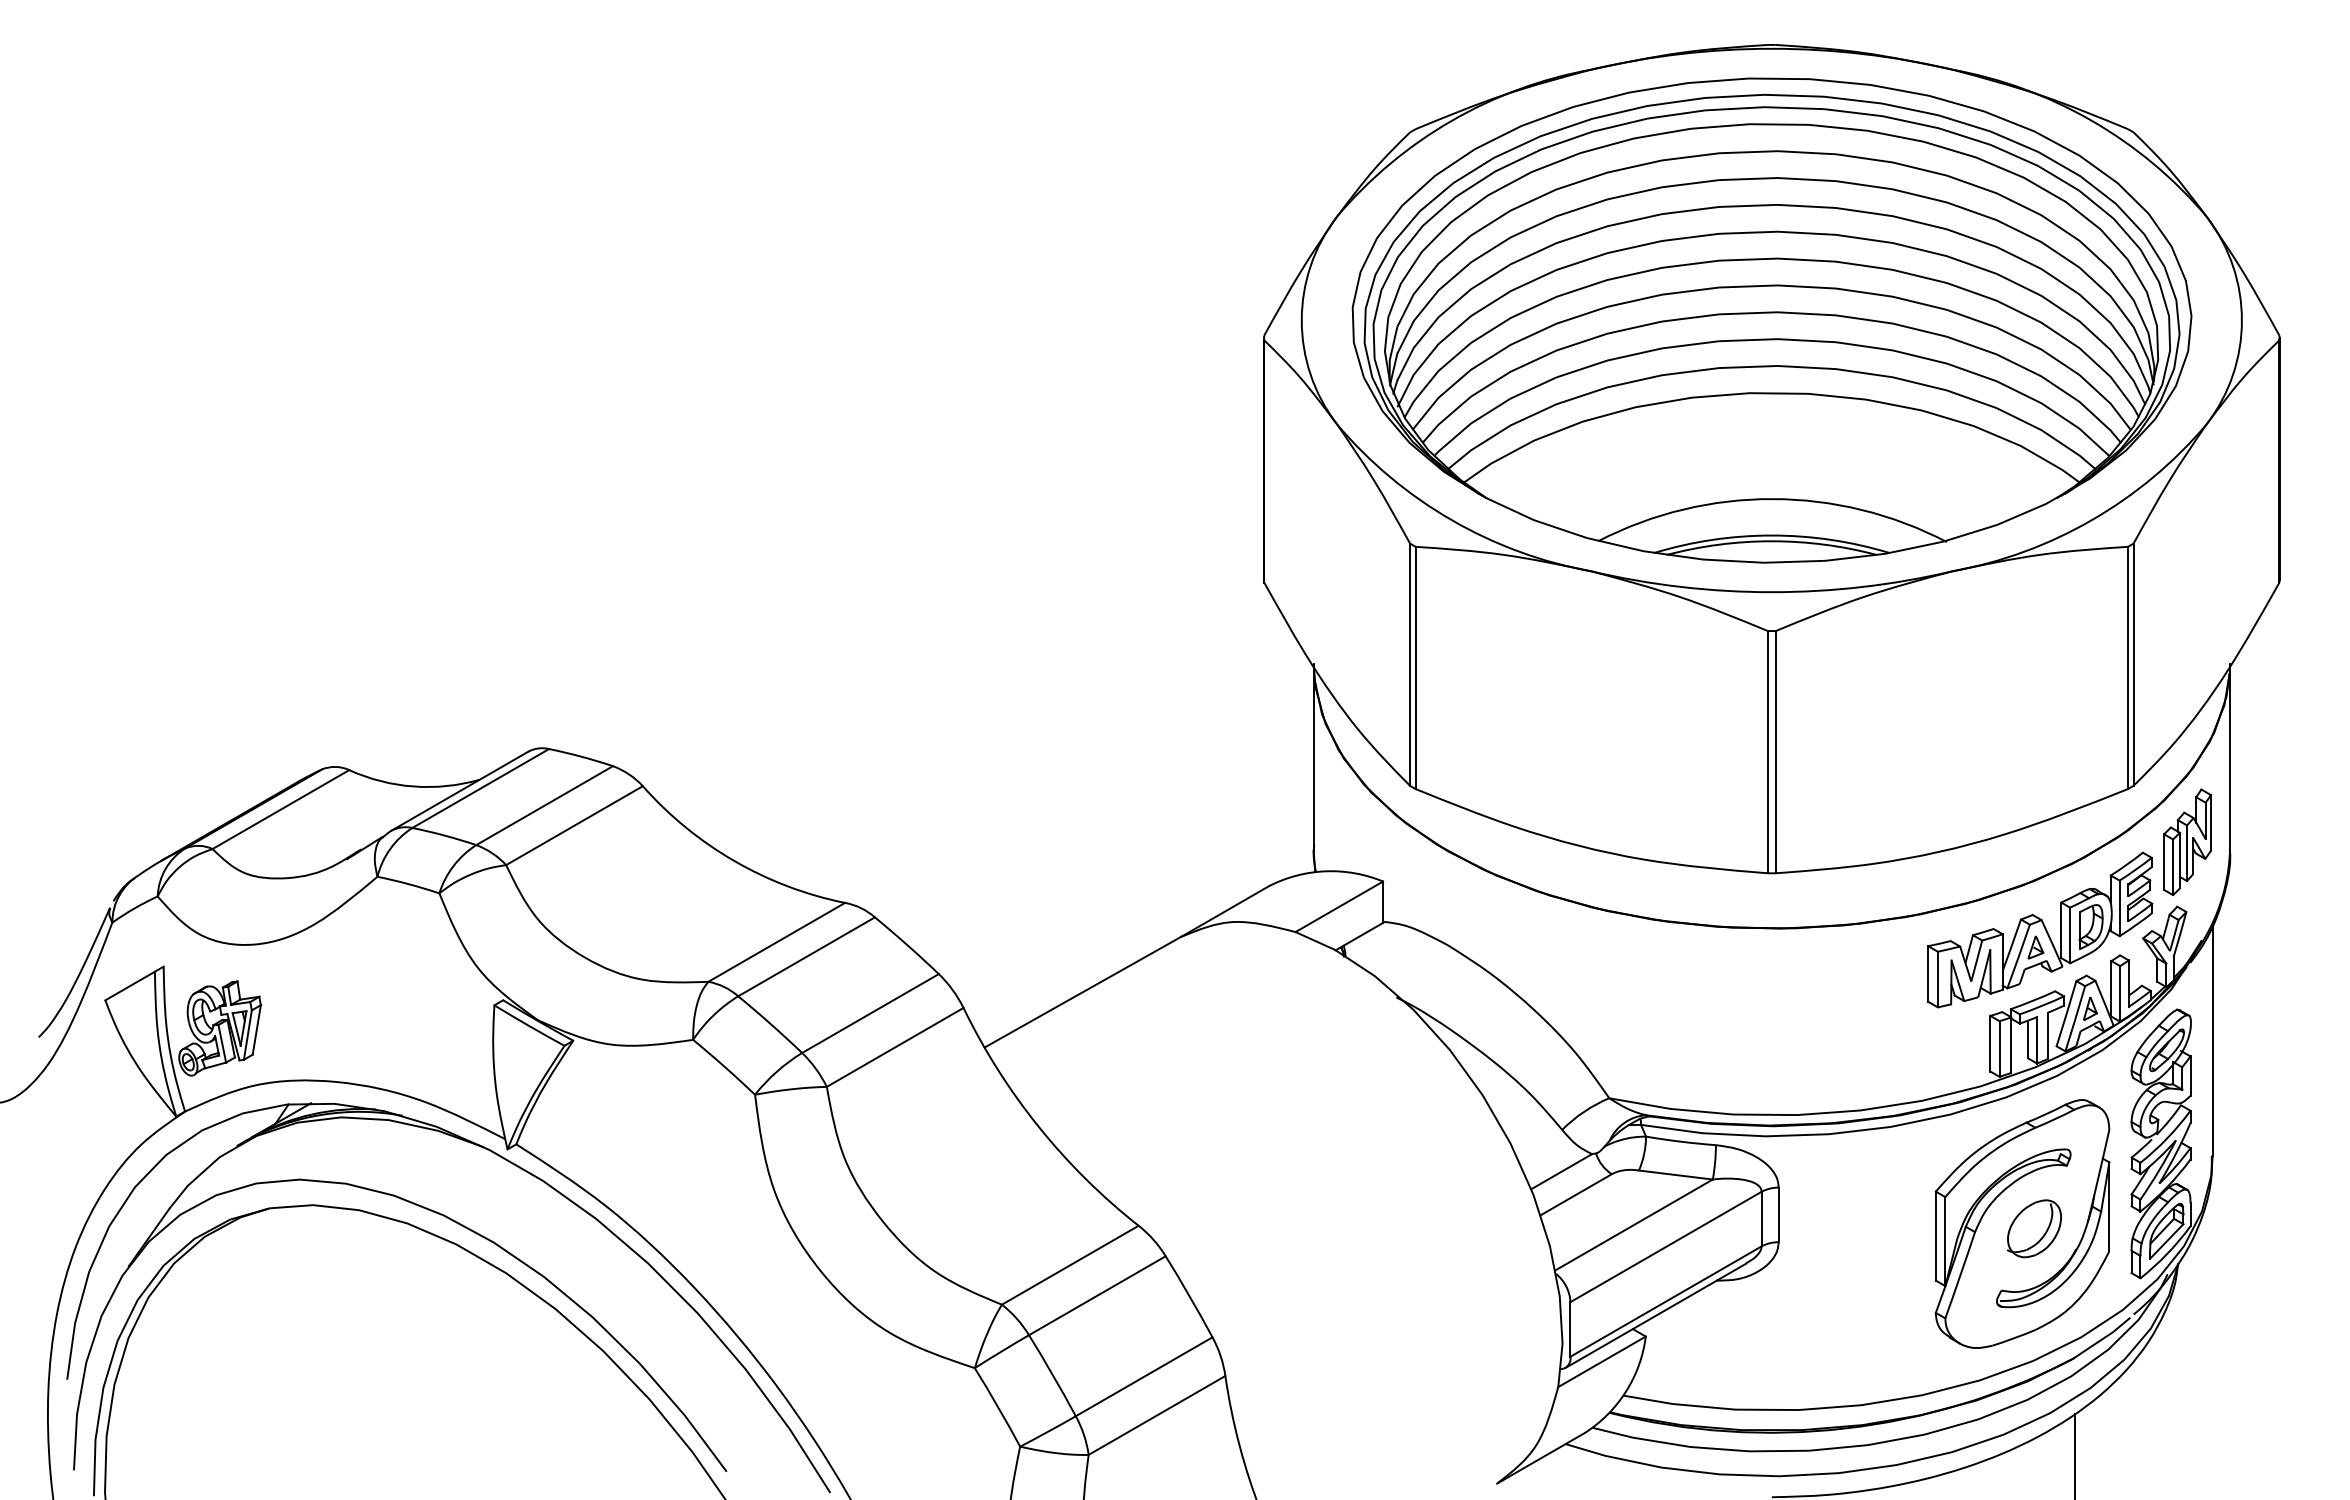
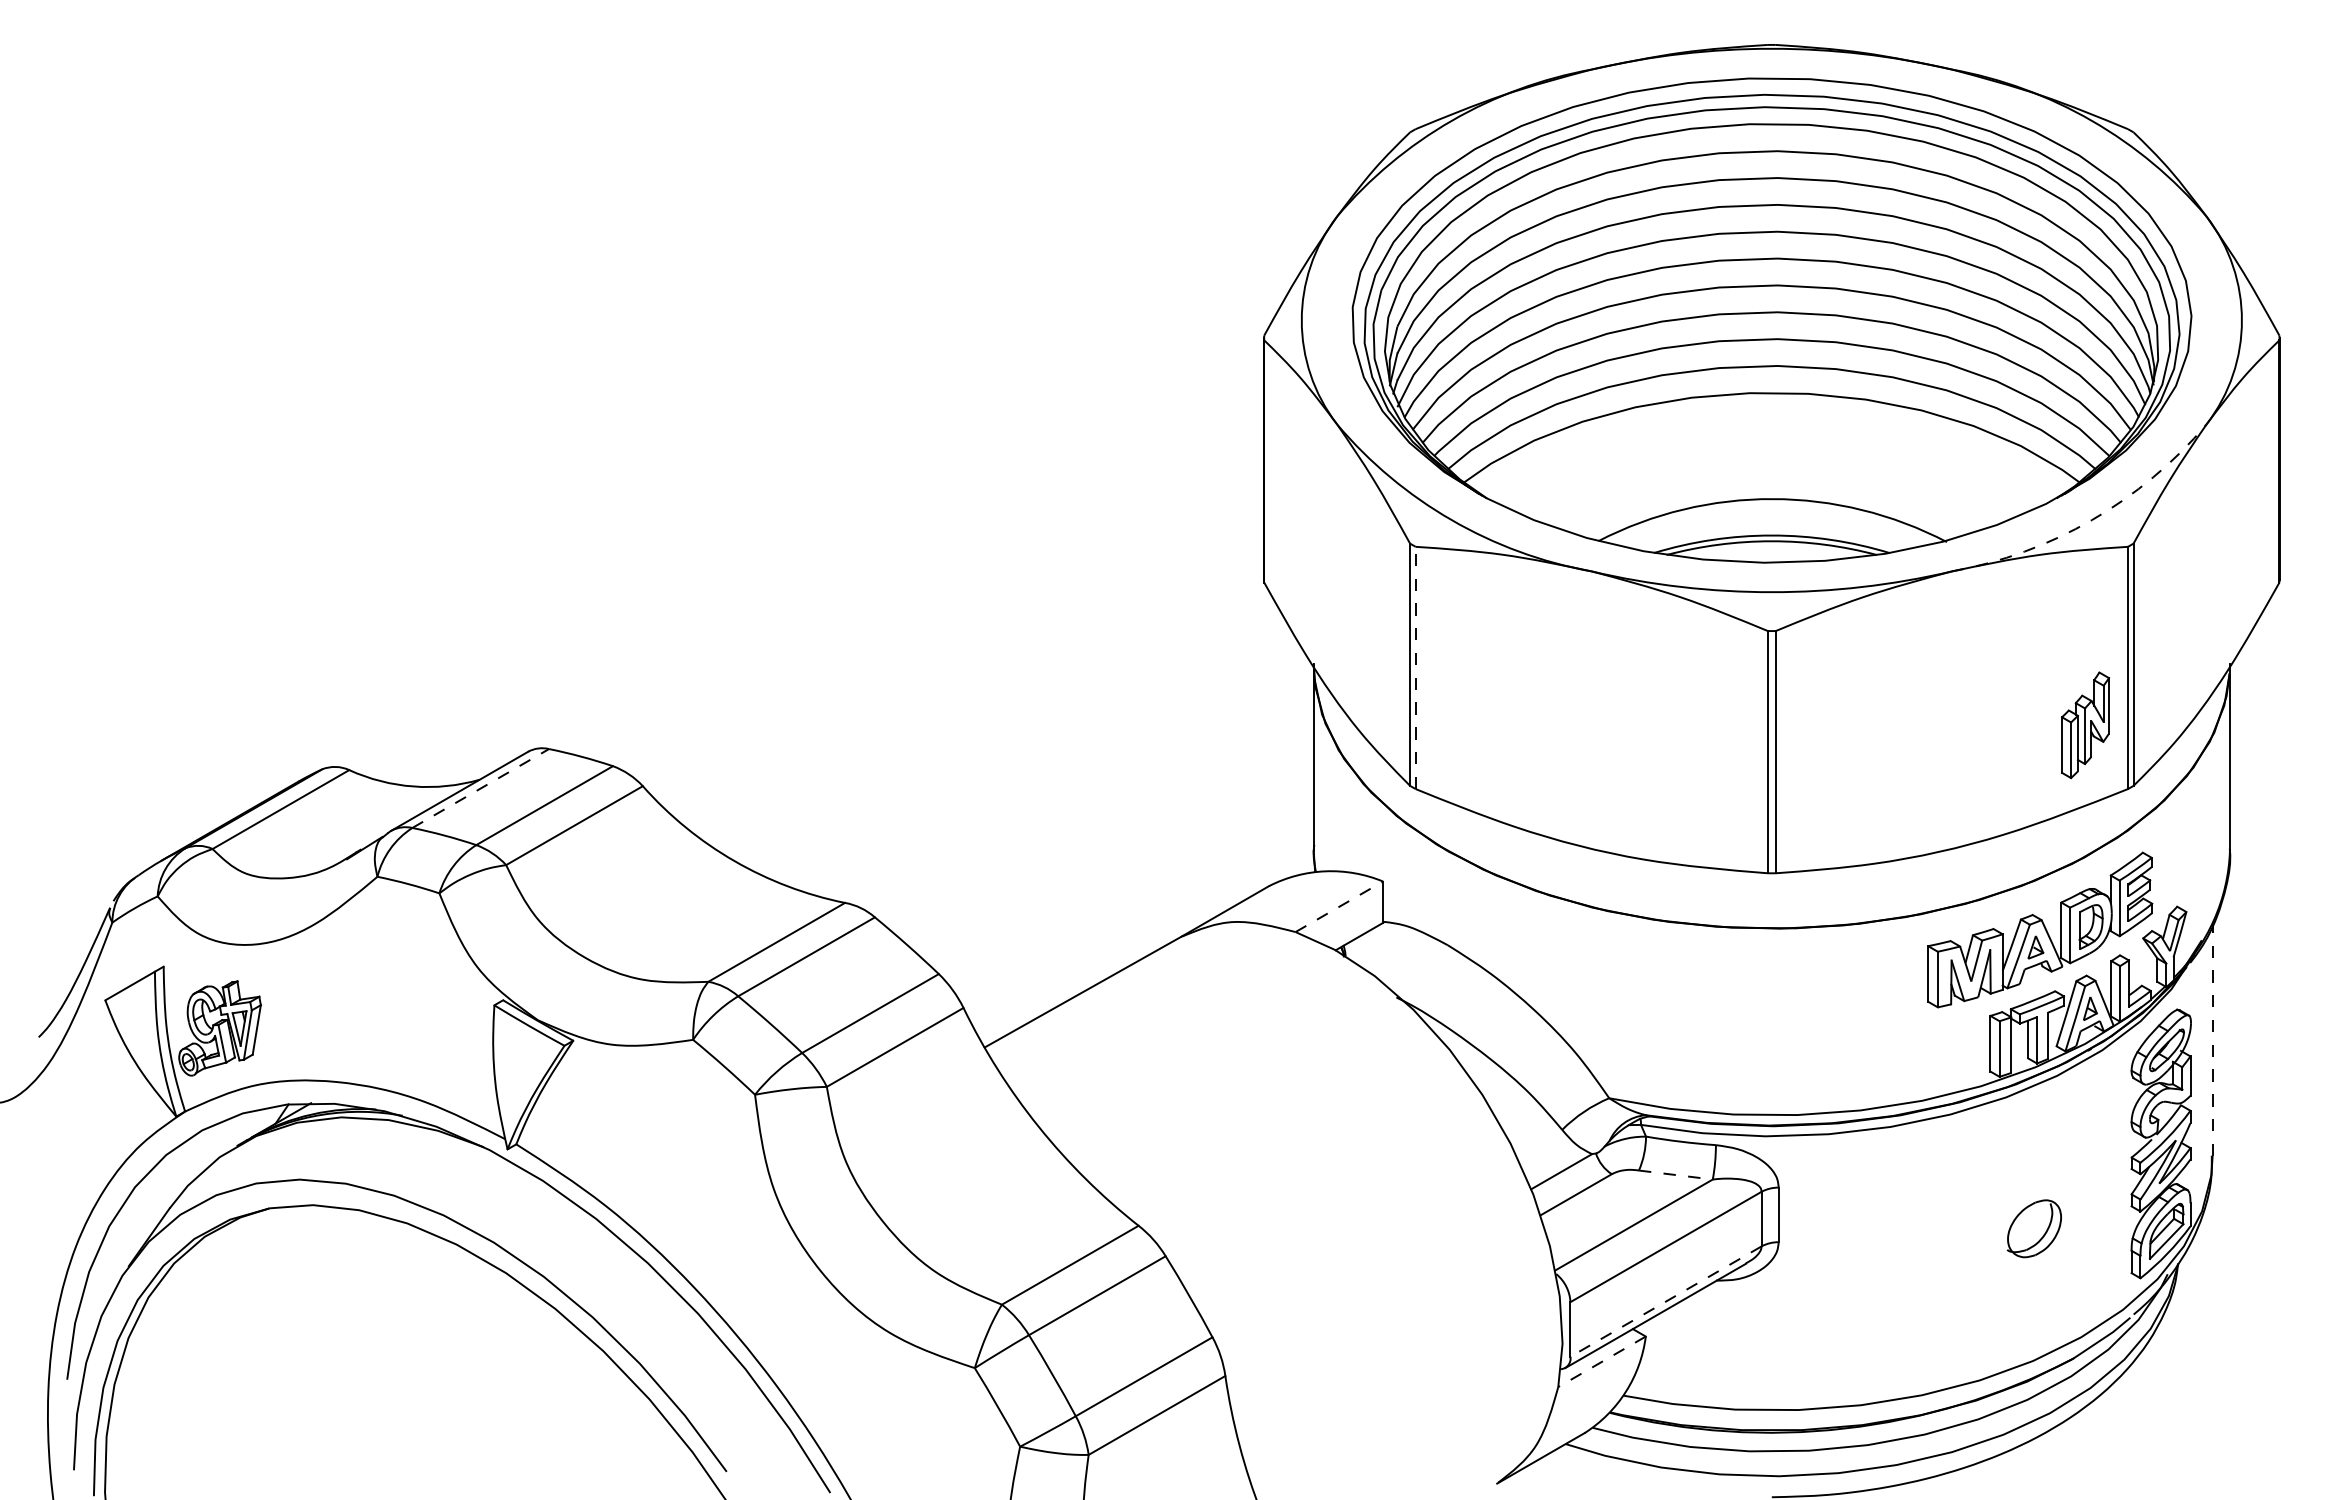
arc at (2092, 520): solid -> dashed
line at (1415, 667): solid -> dashed
line at (480, 788): solid -> dashed
part at (2187, 842) position: (2187, 842) -> (2085, 725)
line at (1339, 906): solid -> dashed
line at (2212, 1040): solid -> dashed
line at (1676, 1175): solid -> dashed
part at (2022, 1223): present -> none
line at (1665, 1301): solid -> dashed
line at (1602, 1361): solid -> dashed
line at (2075, 1454): present -> none
